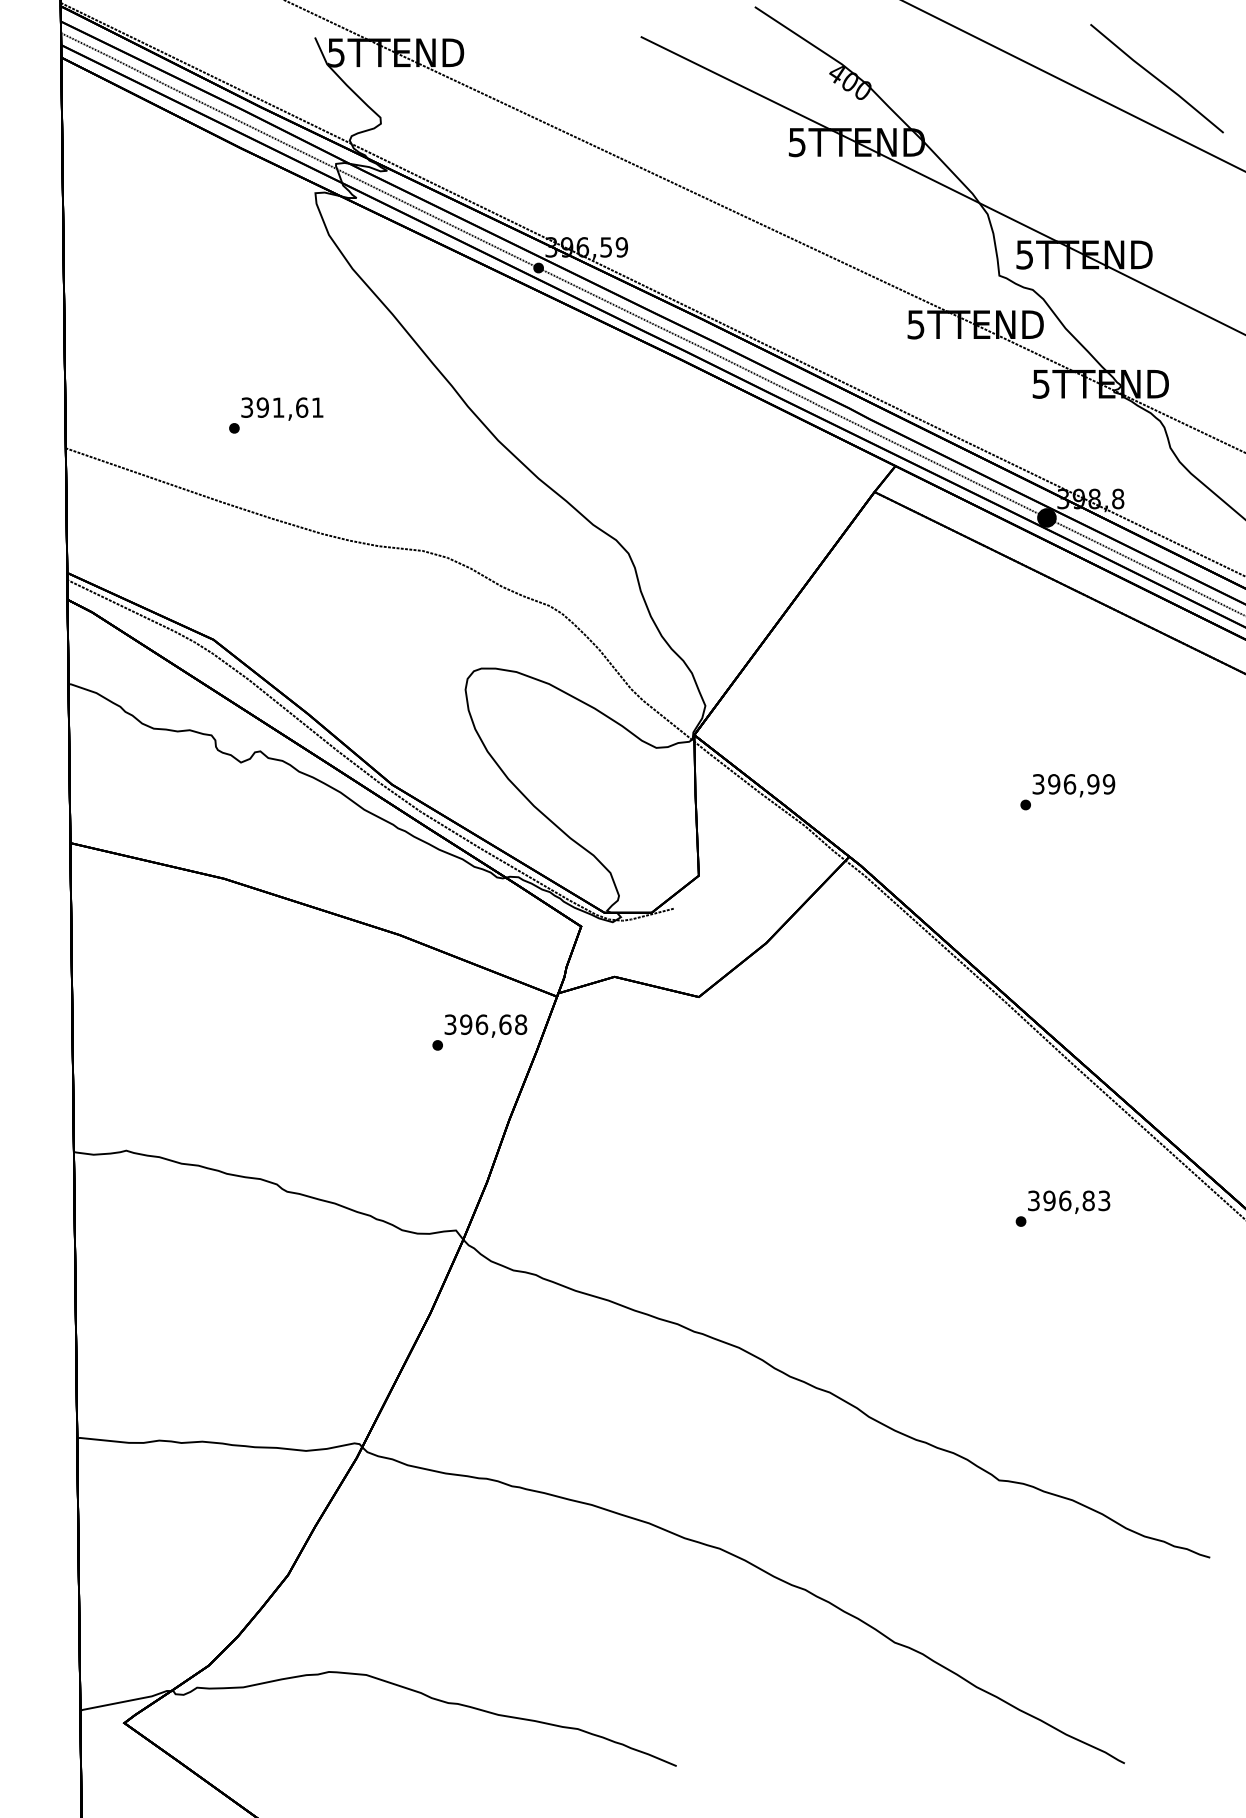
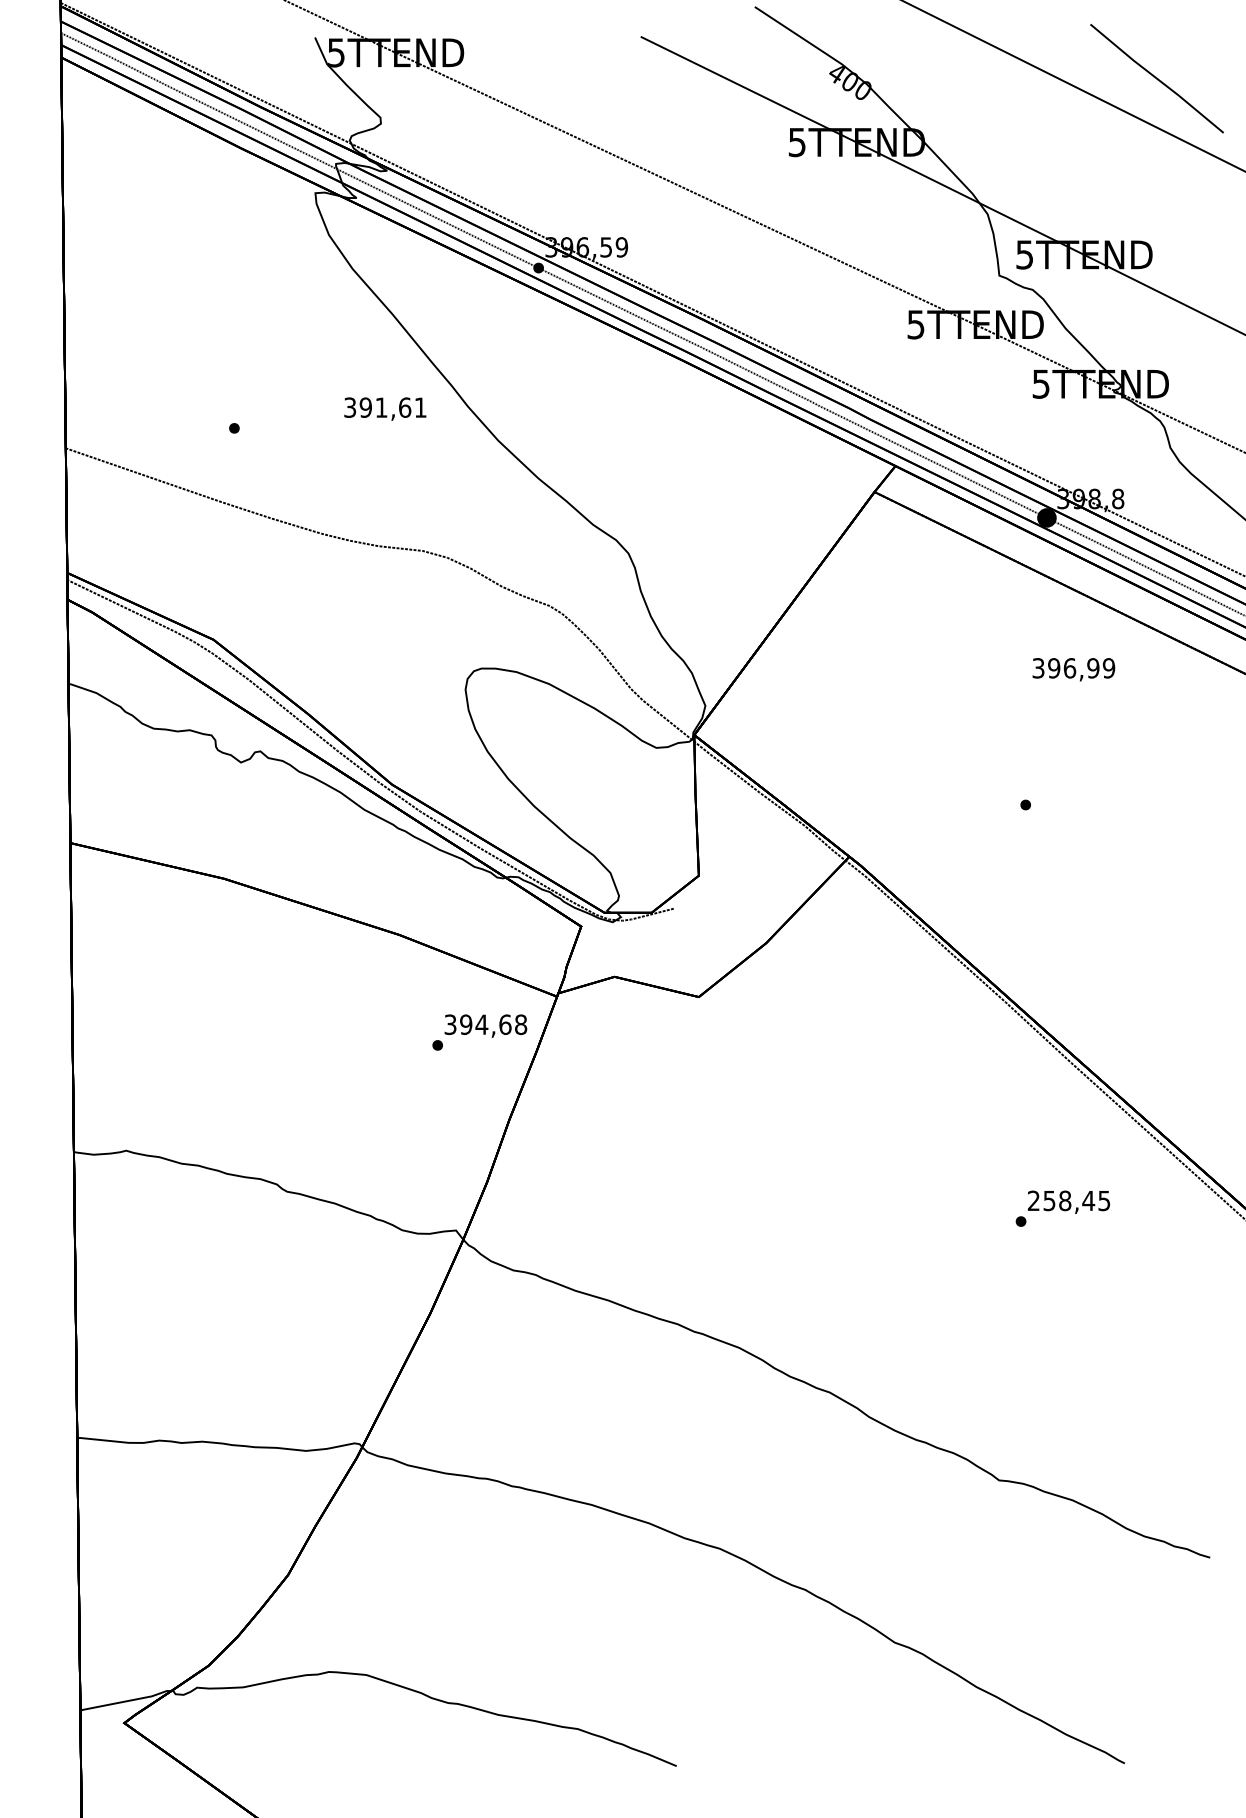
text at (282, 408) position: (282, 408) -> (385, 408)
text at (1073, 785) position: (1073, 785) -> (1073, 669)
text at (481, 1024): 396,68 -> 394,68
text at (1069, 1200): 396,83 -> 258,45
